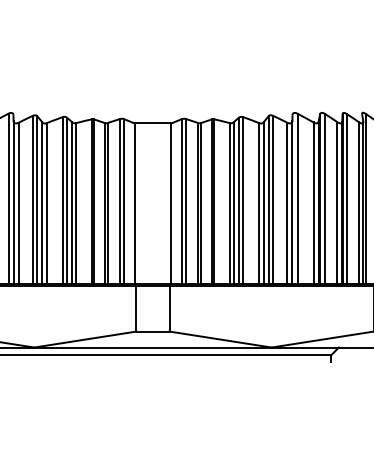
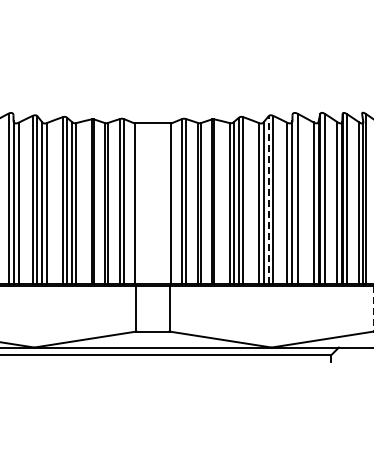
line at (268, 199): solid -> dashed
line at (373, 308): solid -> dashed
